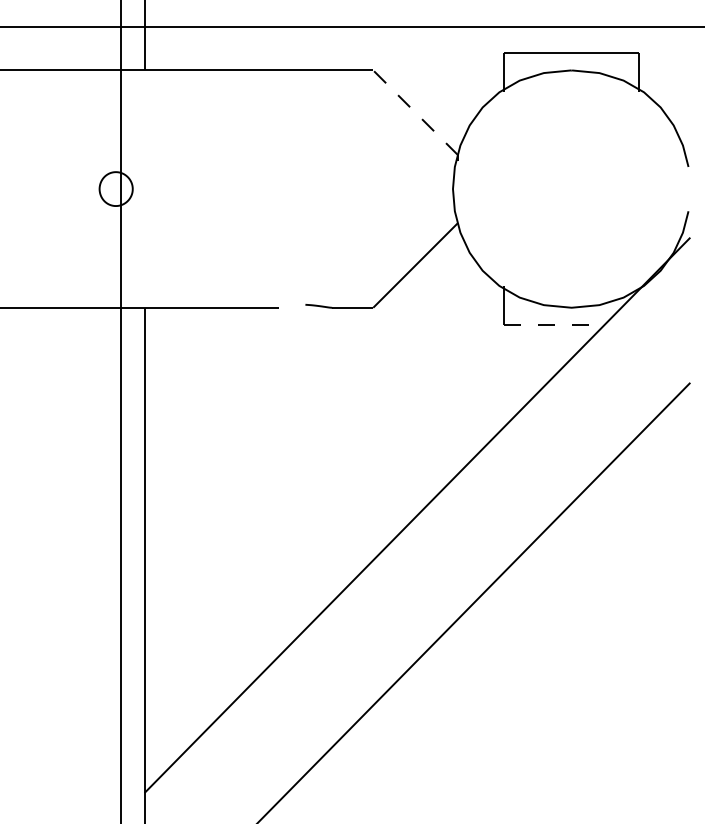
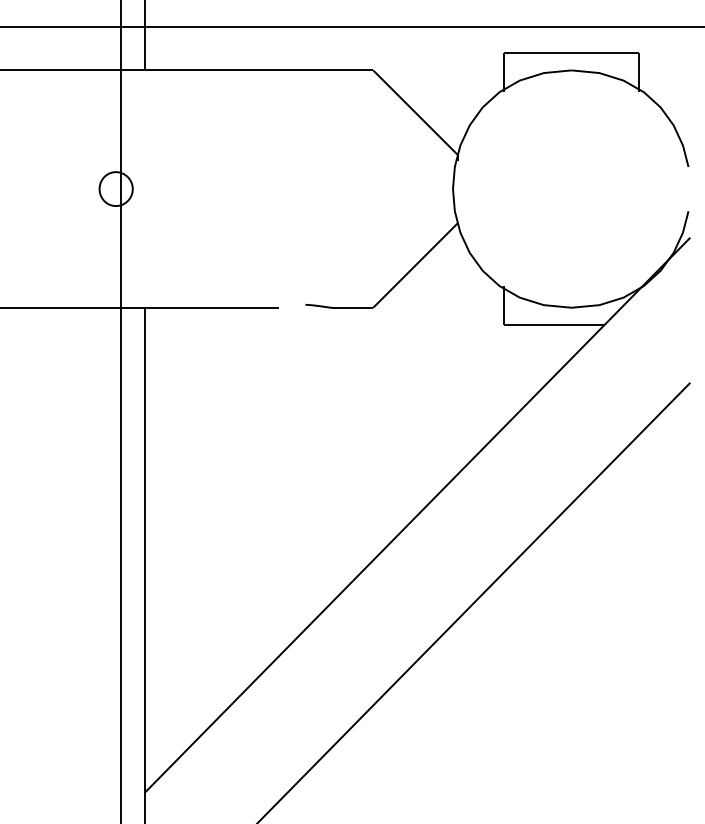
line at (415, 112): dashed -> solid
line at (554, 324): dashed -> solid
